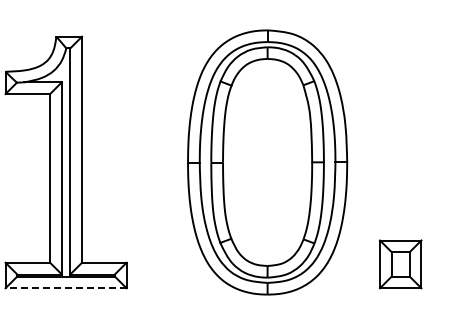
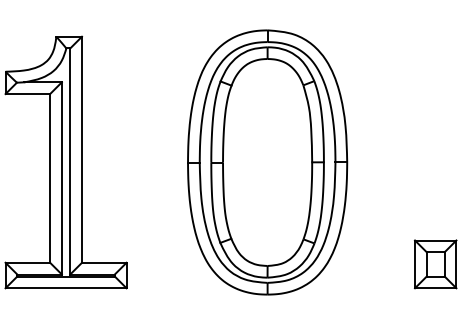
part at (400, 264) position: (400, 264) -> (435, 264)
line at (65, 288): dashed -> solid
